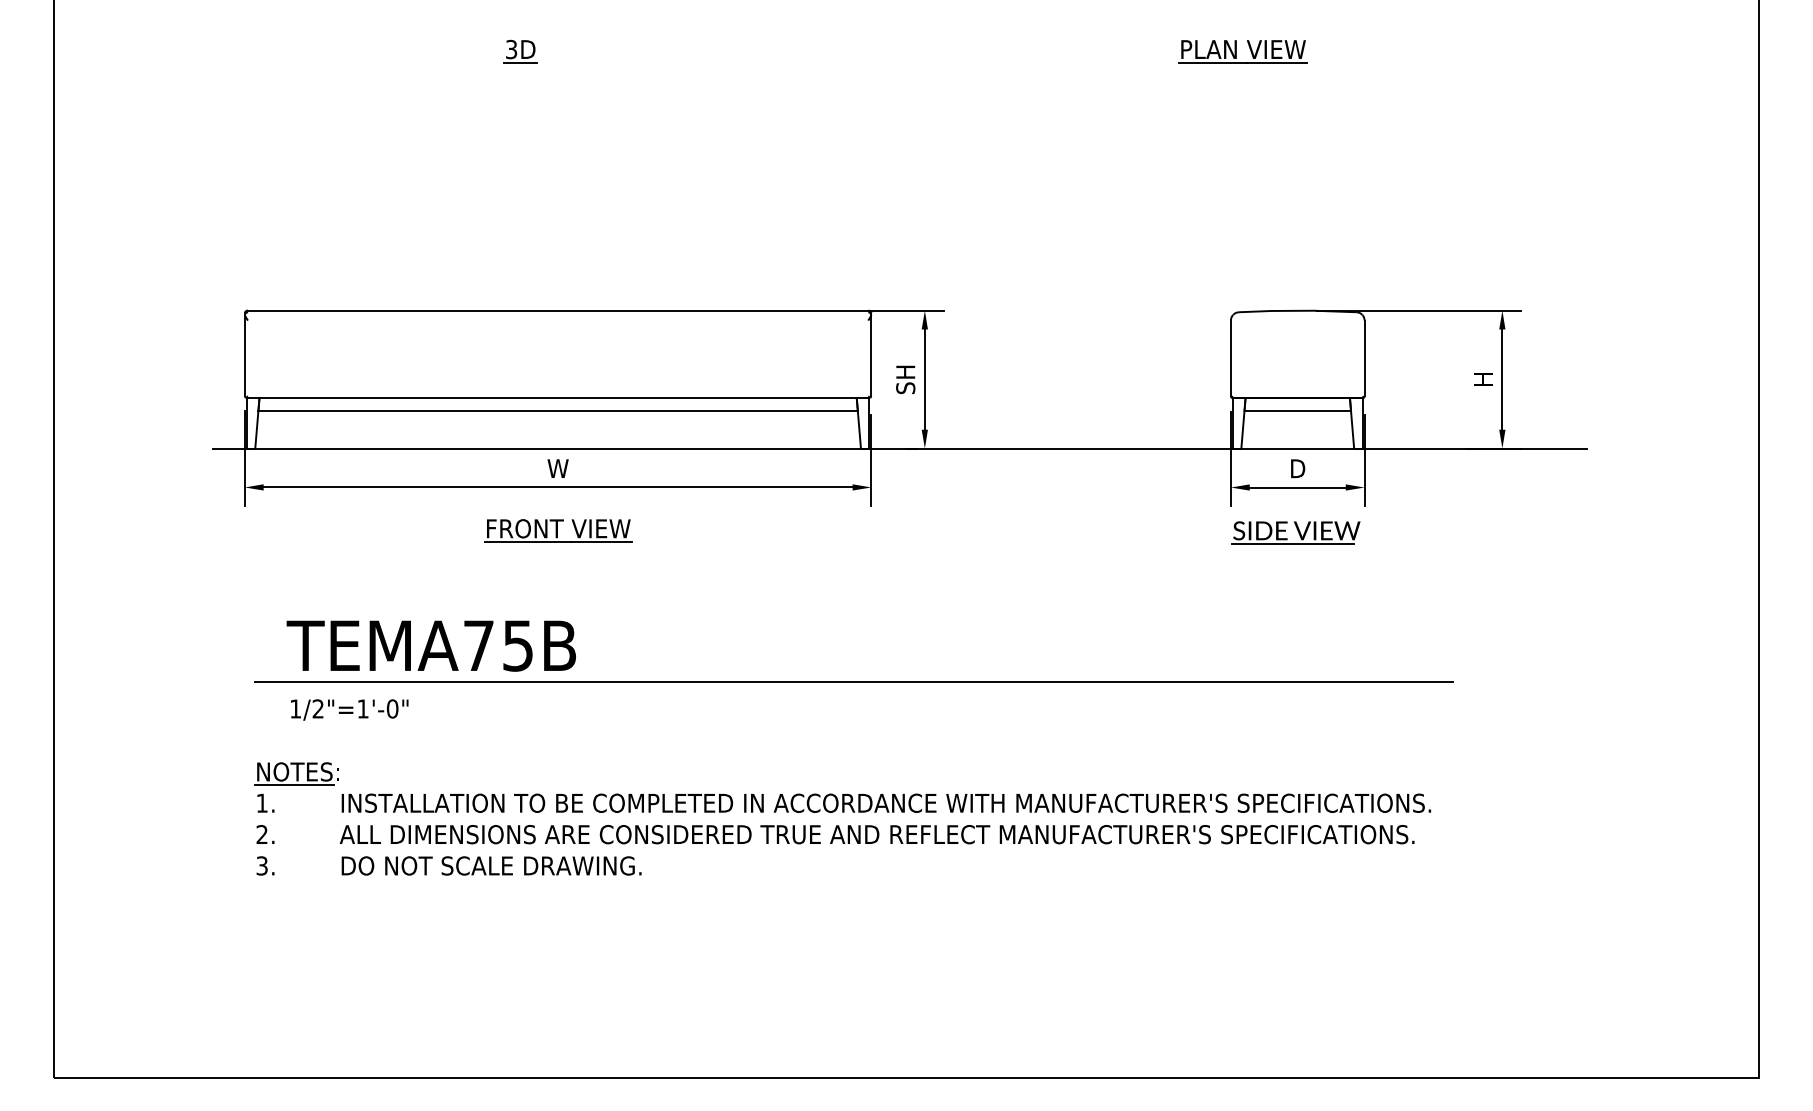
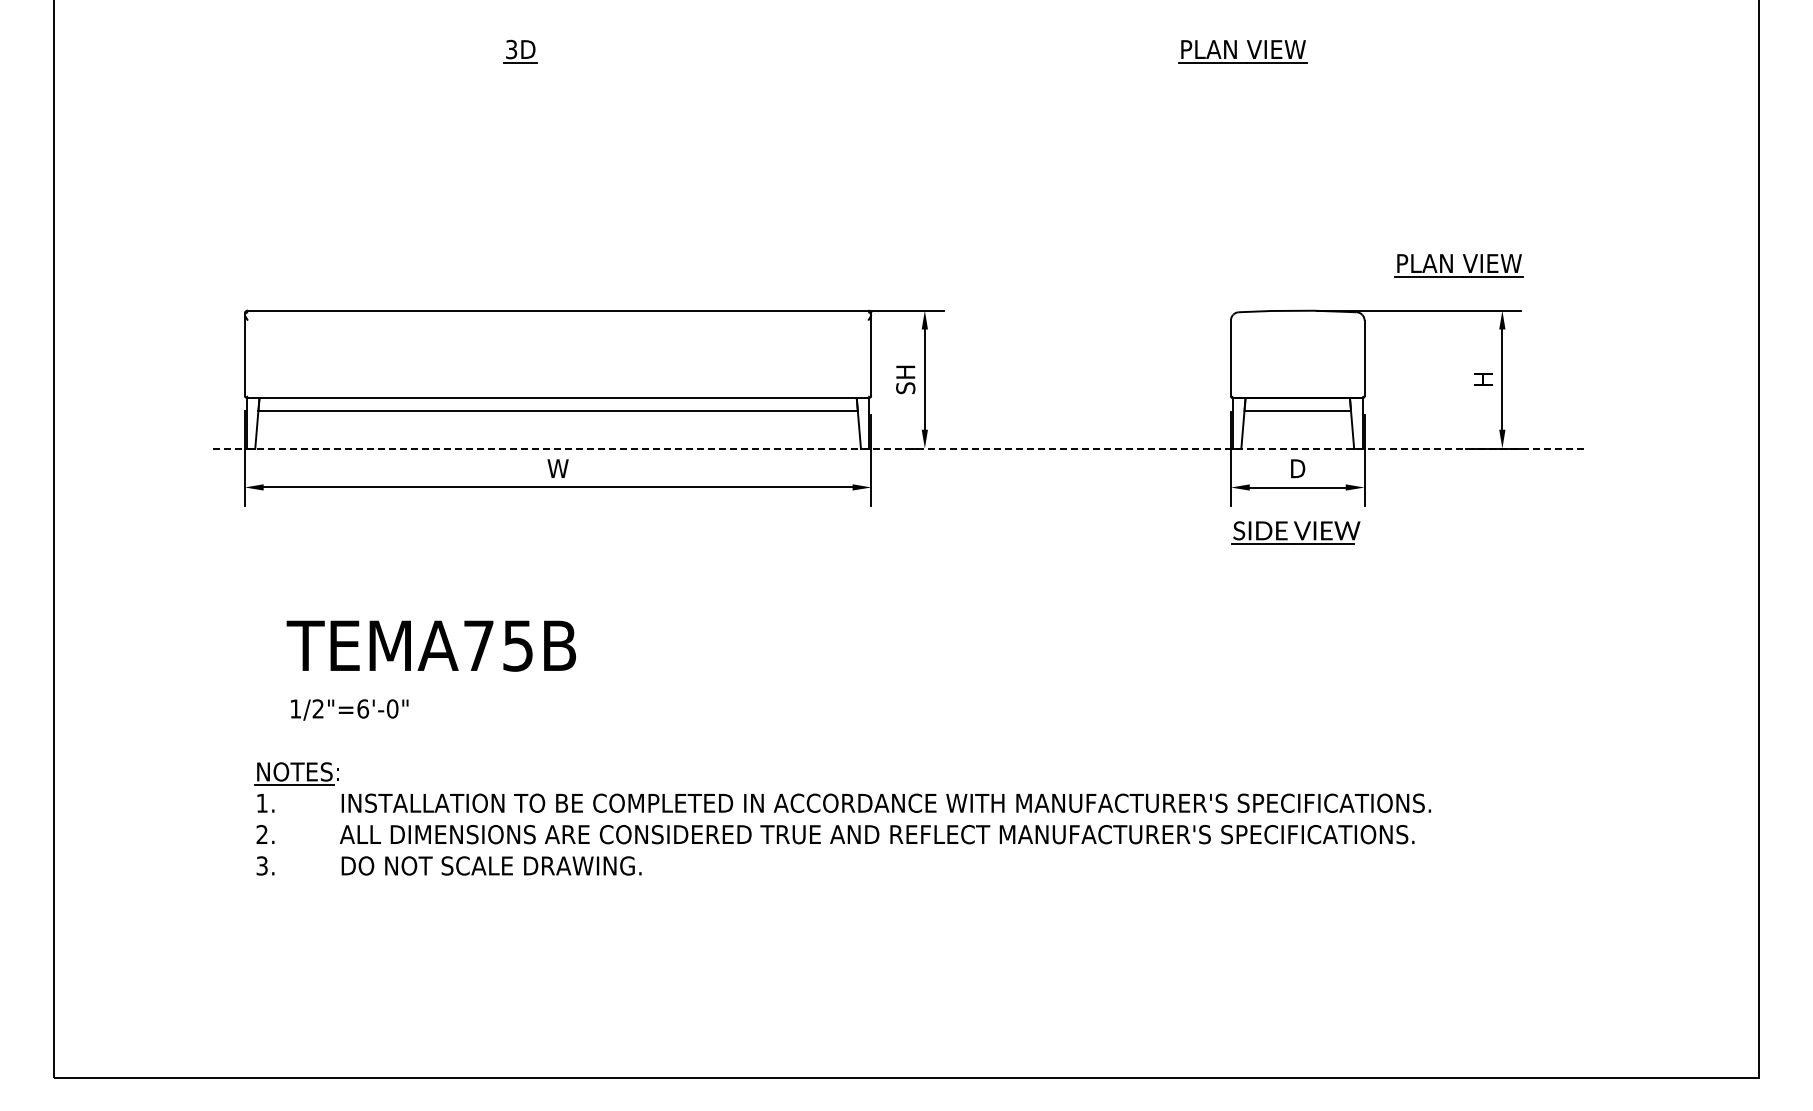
part at (1458, 265): none -> present
line at (900, 448): solid -> dashed
part at (558, 530): present -> none
line at (853, 682): present -> none
text at (363, 708): 1/2"=1'-0" -> 1/2"=6'-0"
